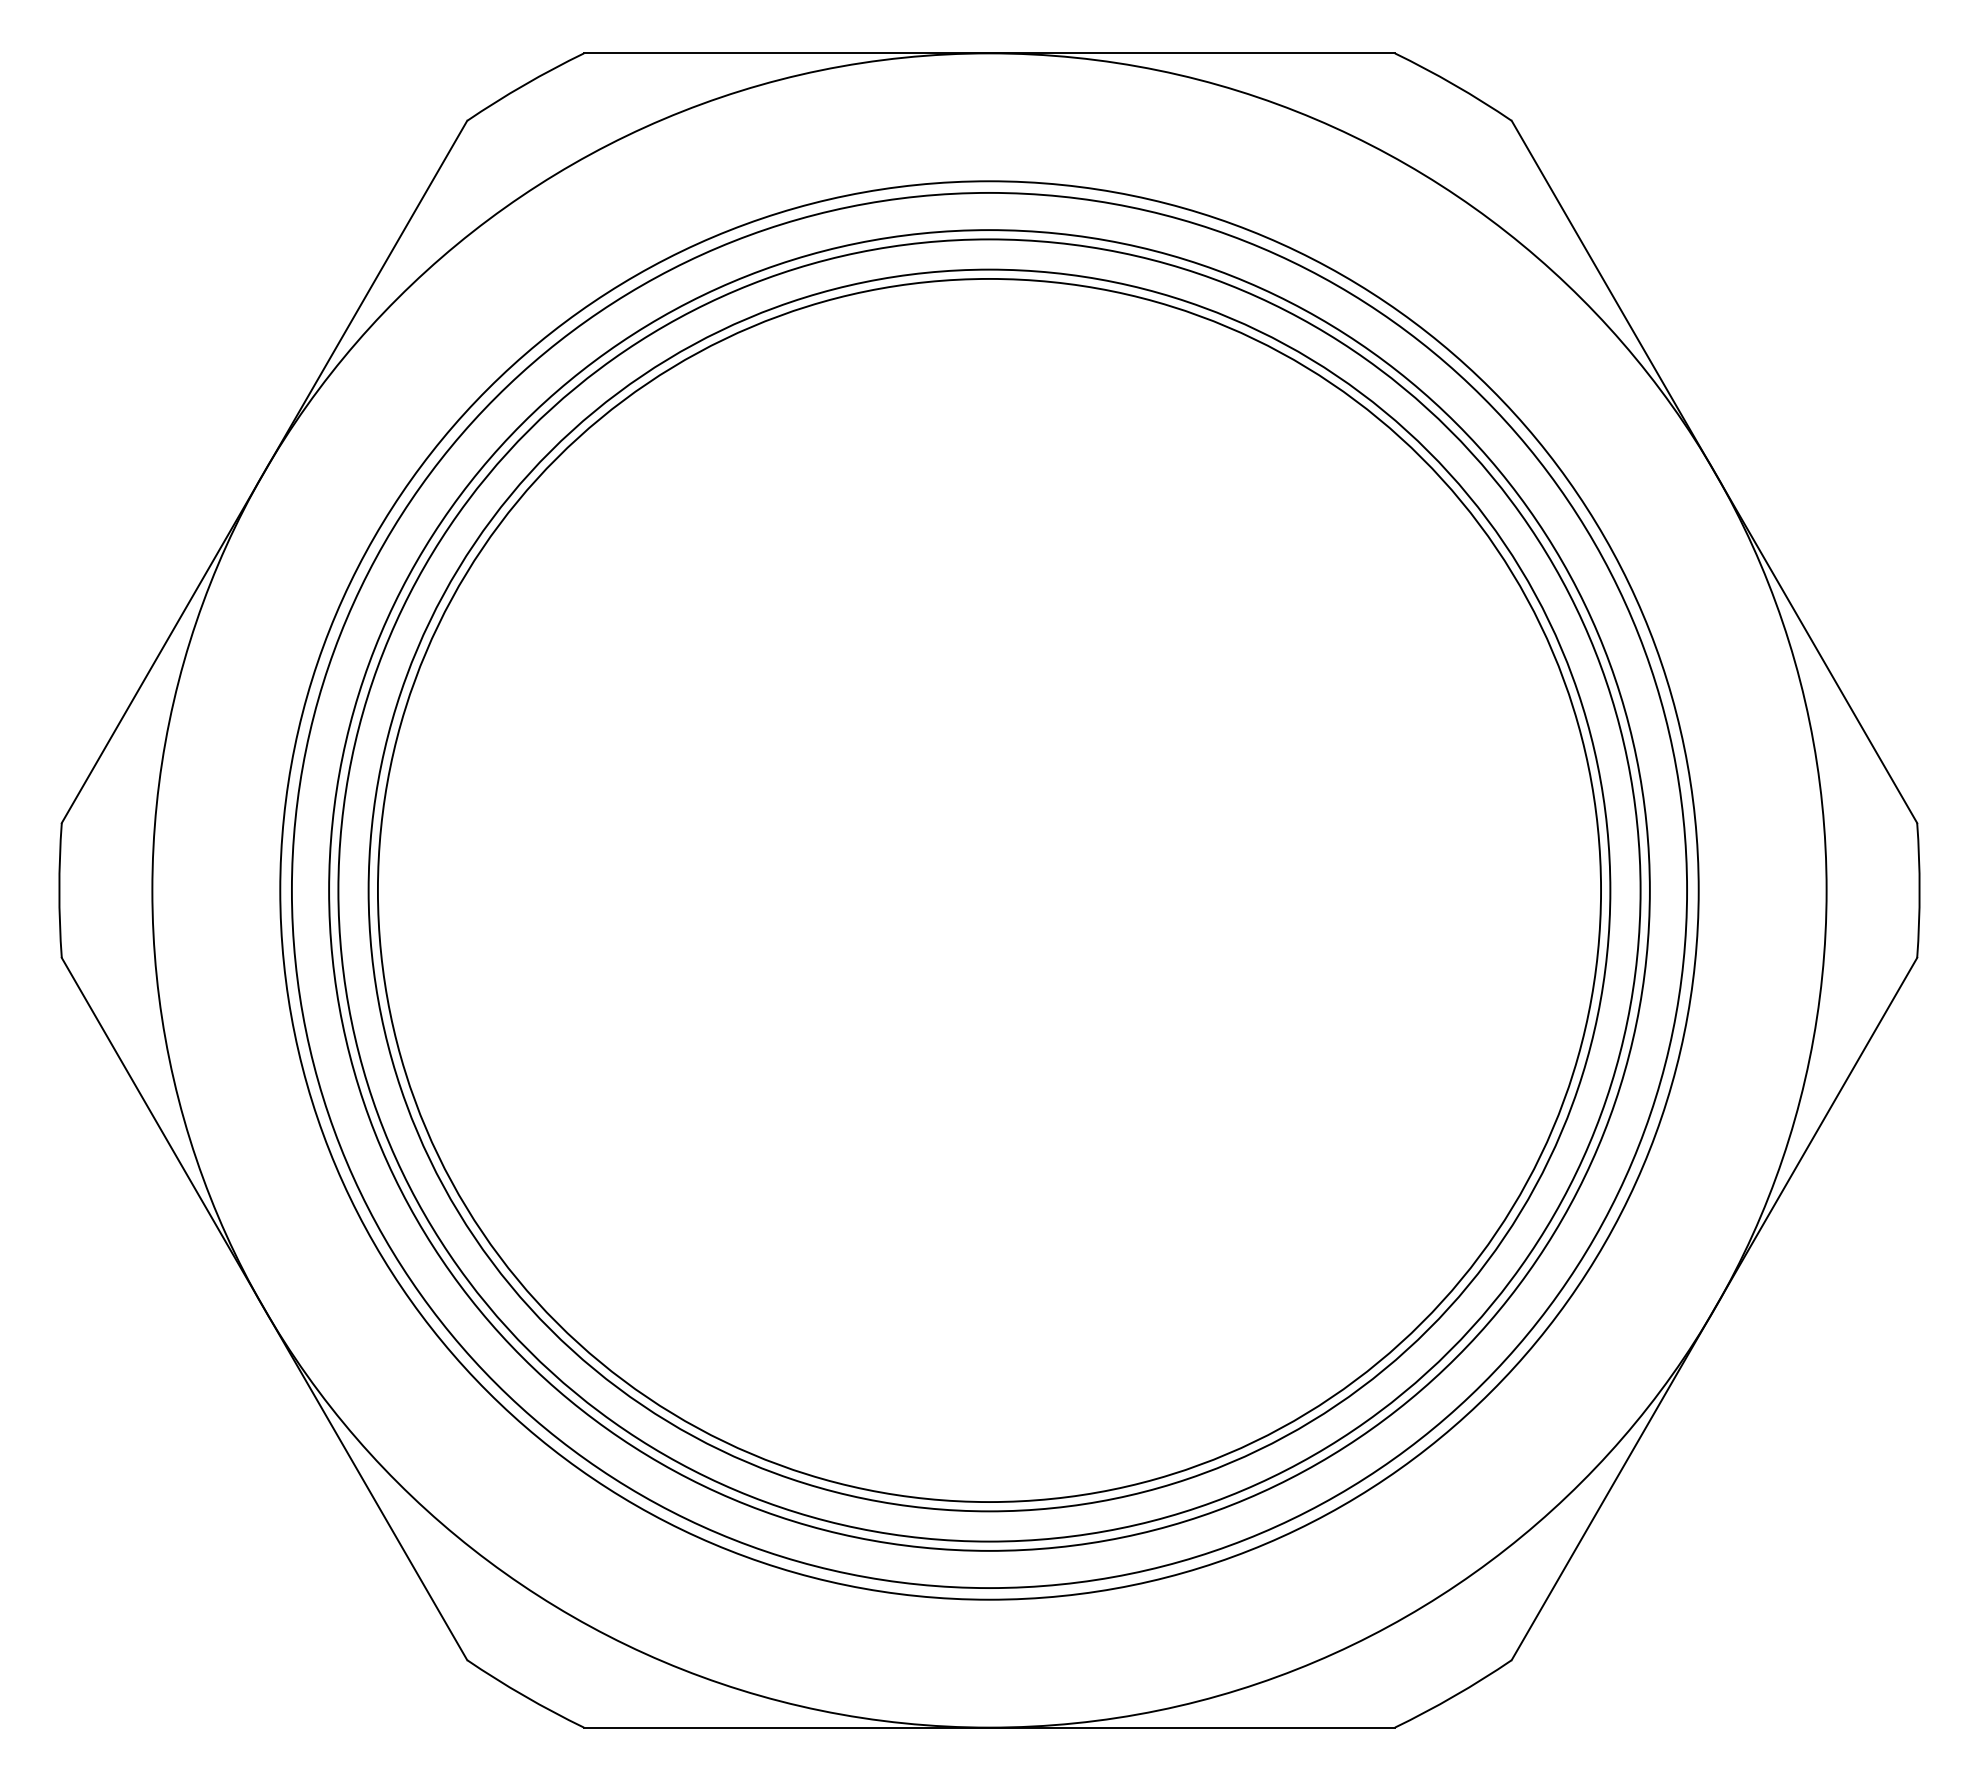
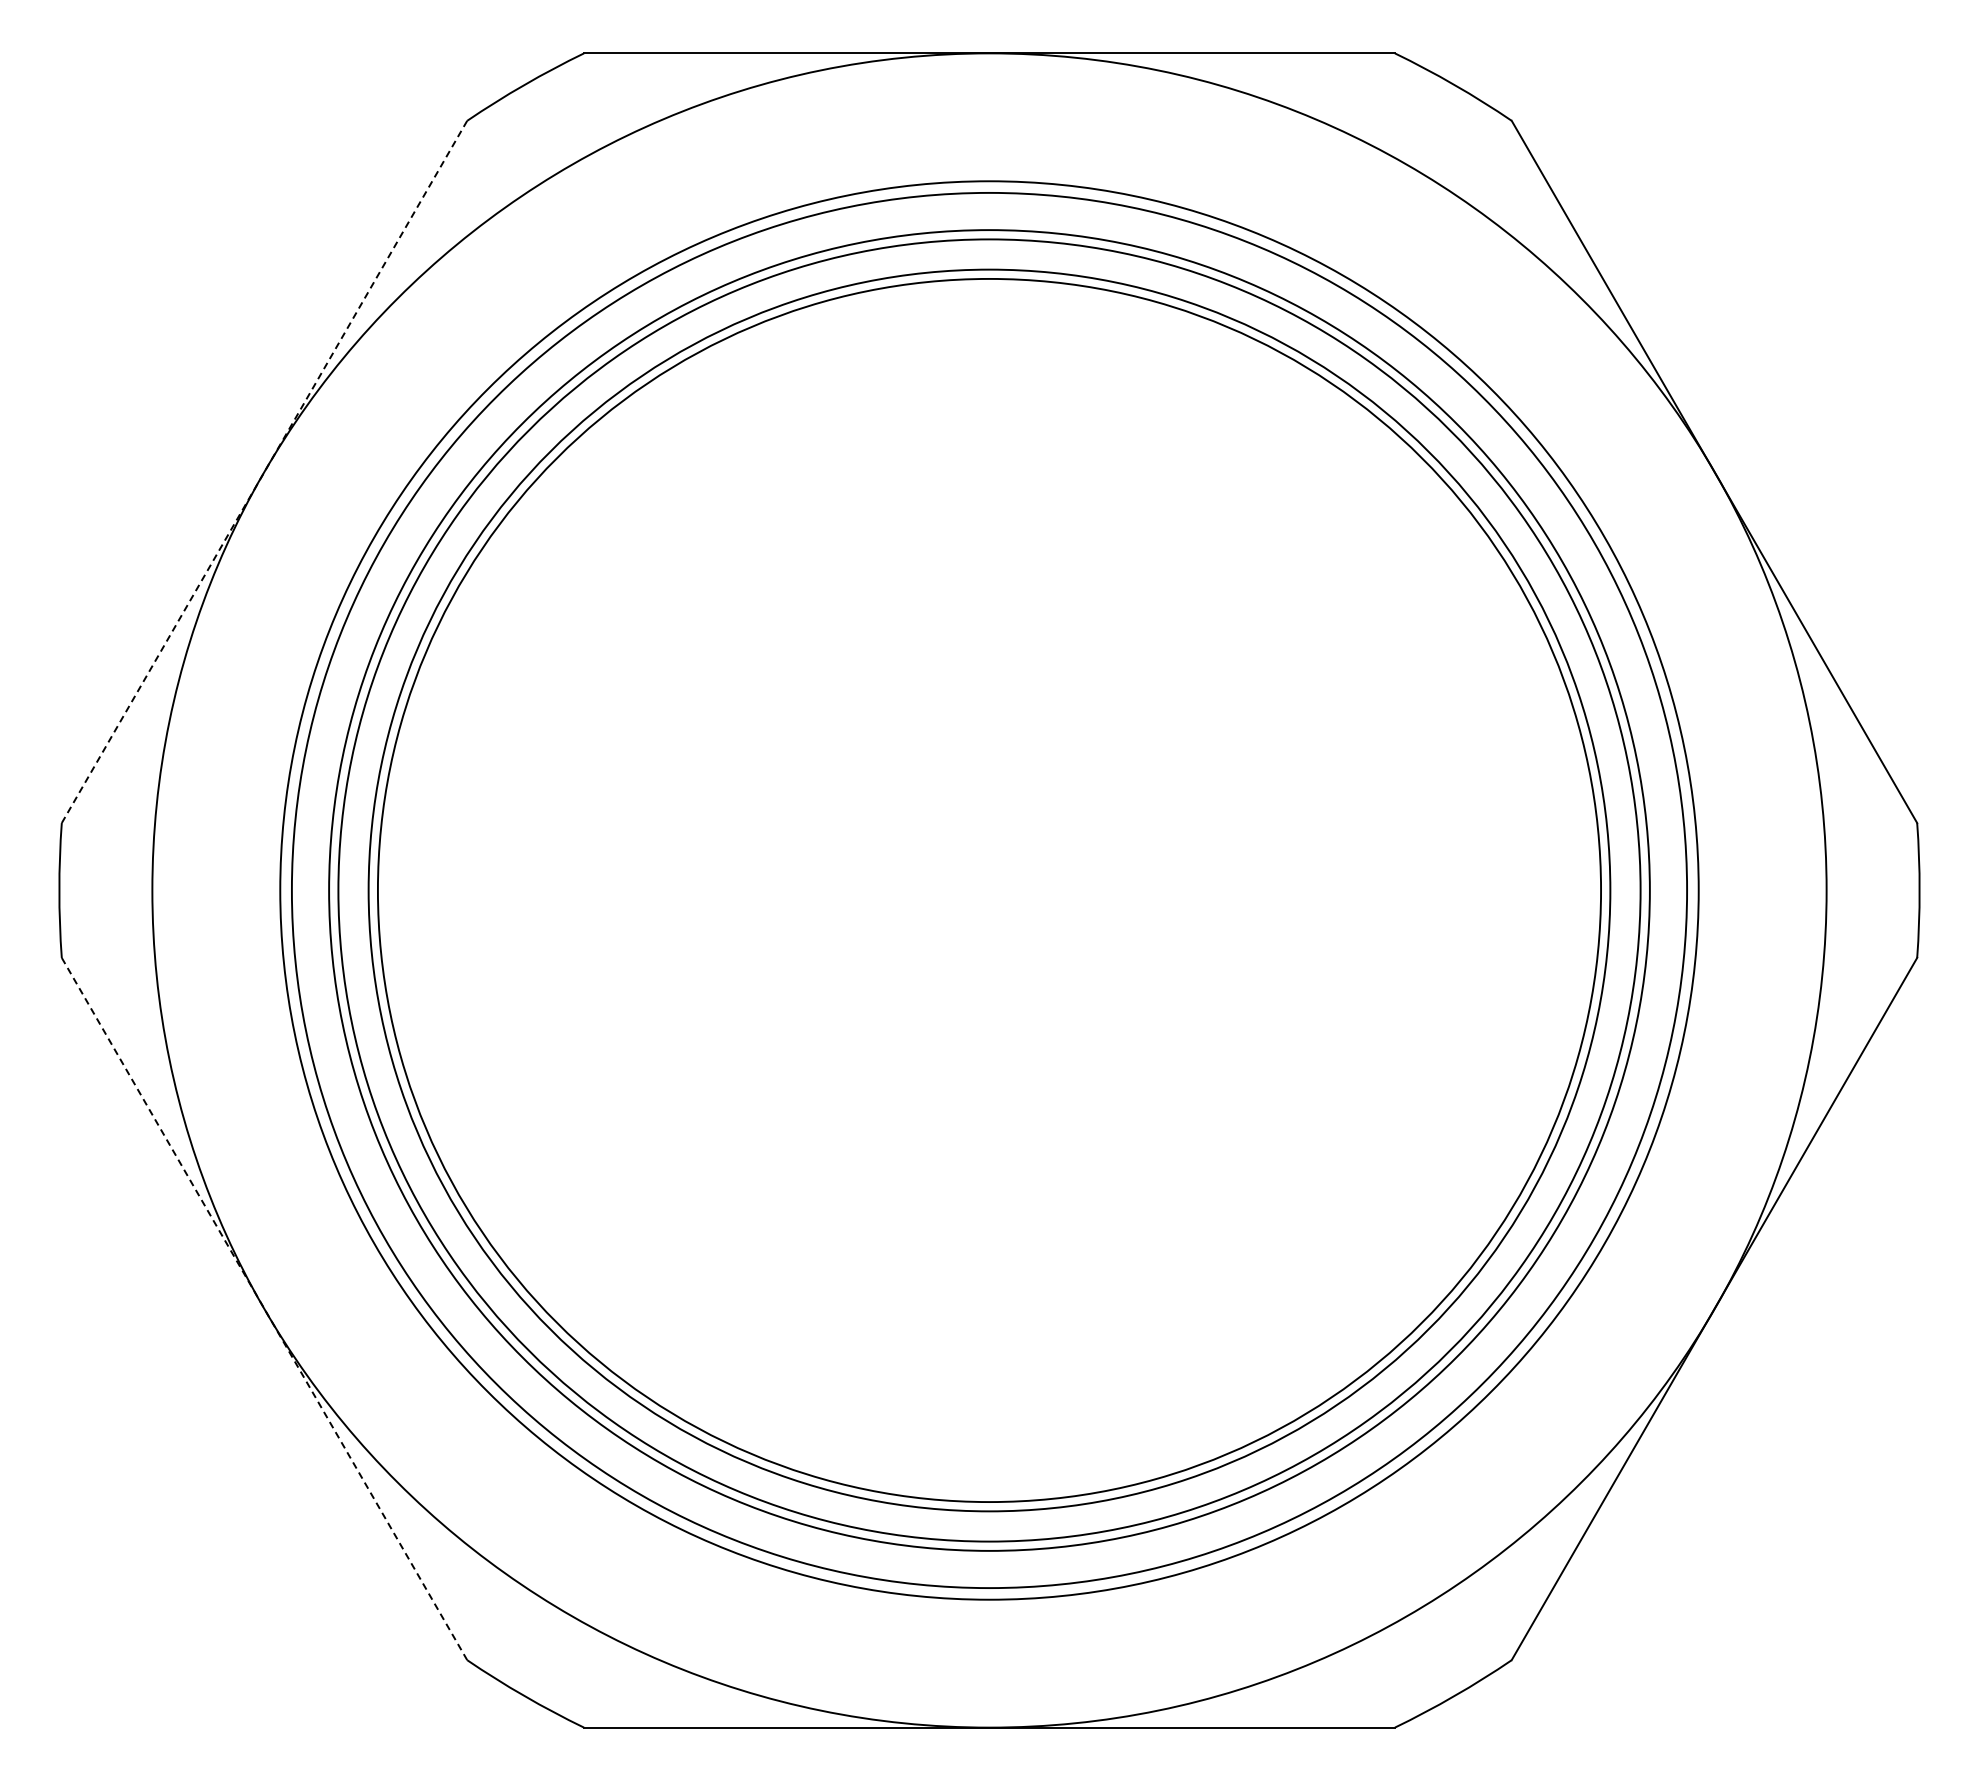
line at (264, 472): solid -> dashed
line at (264, 1309): solid -> dashed
